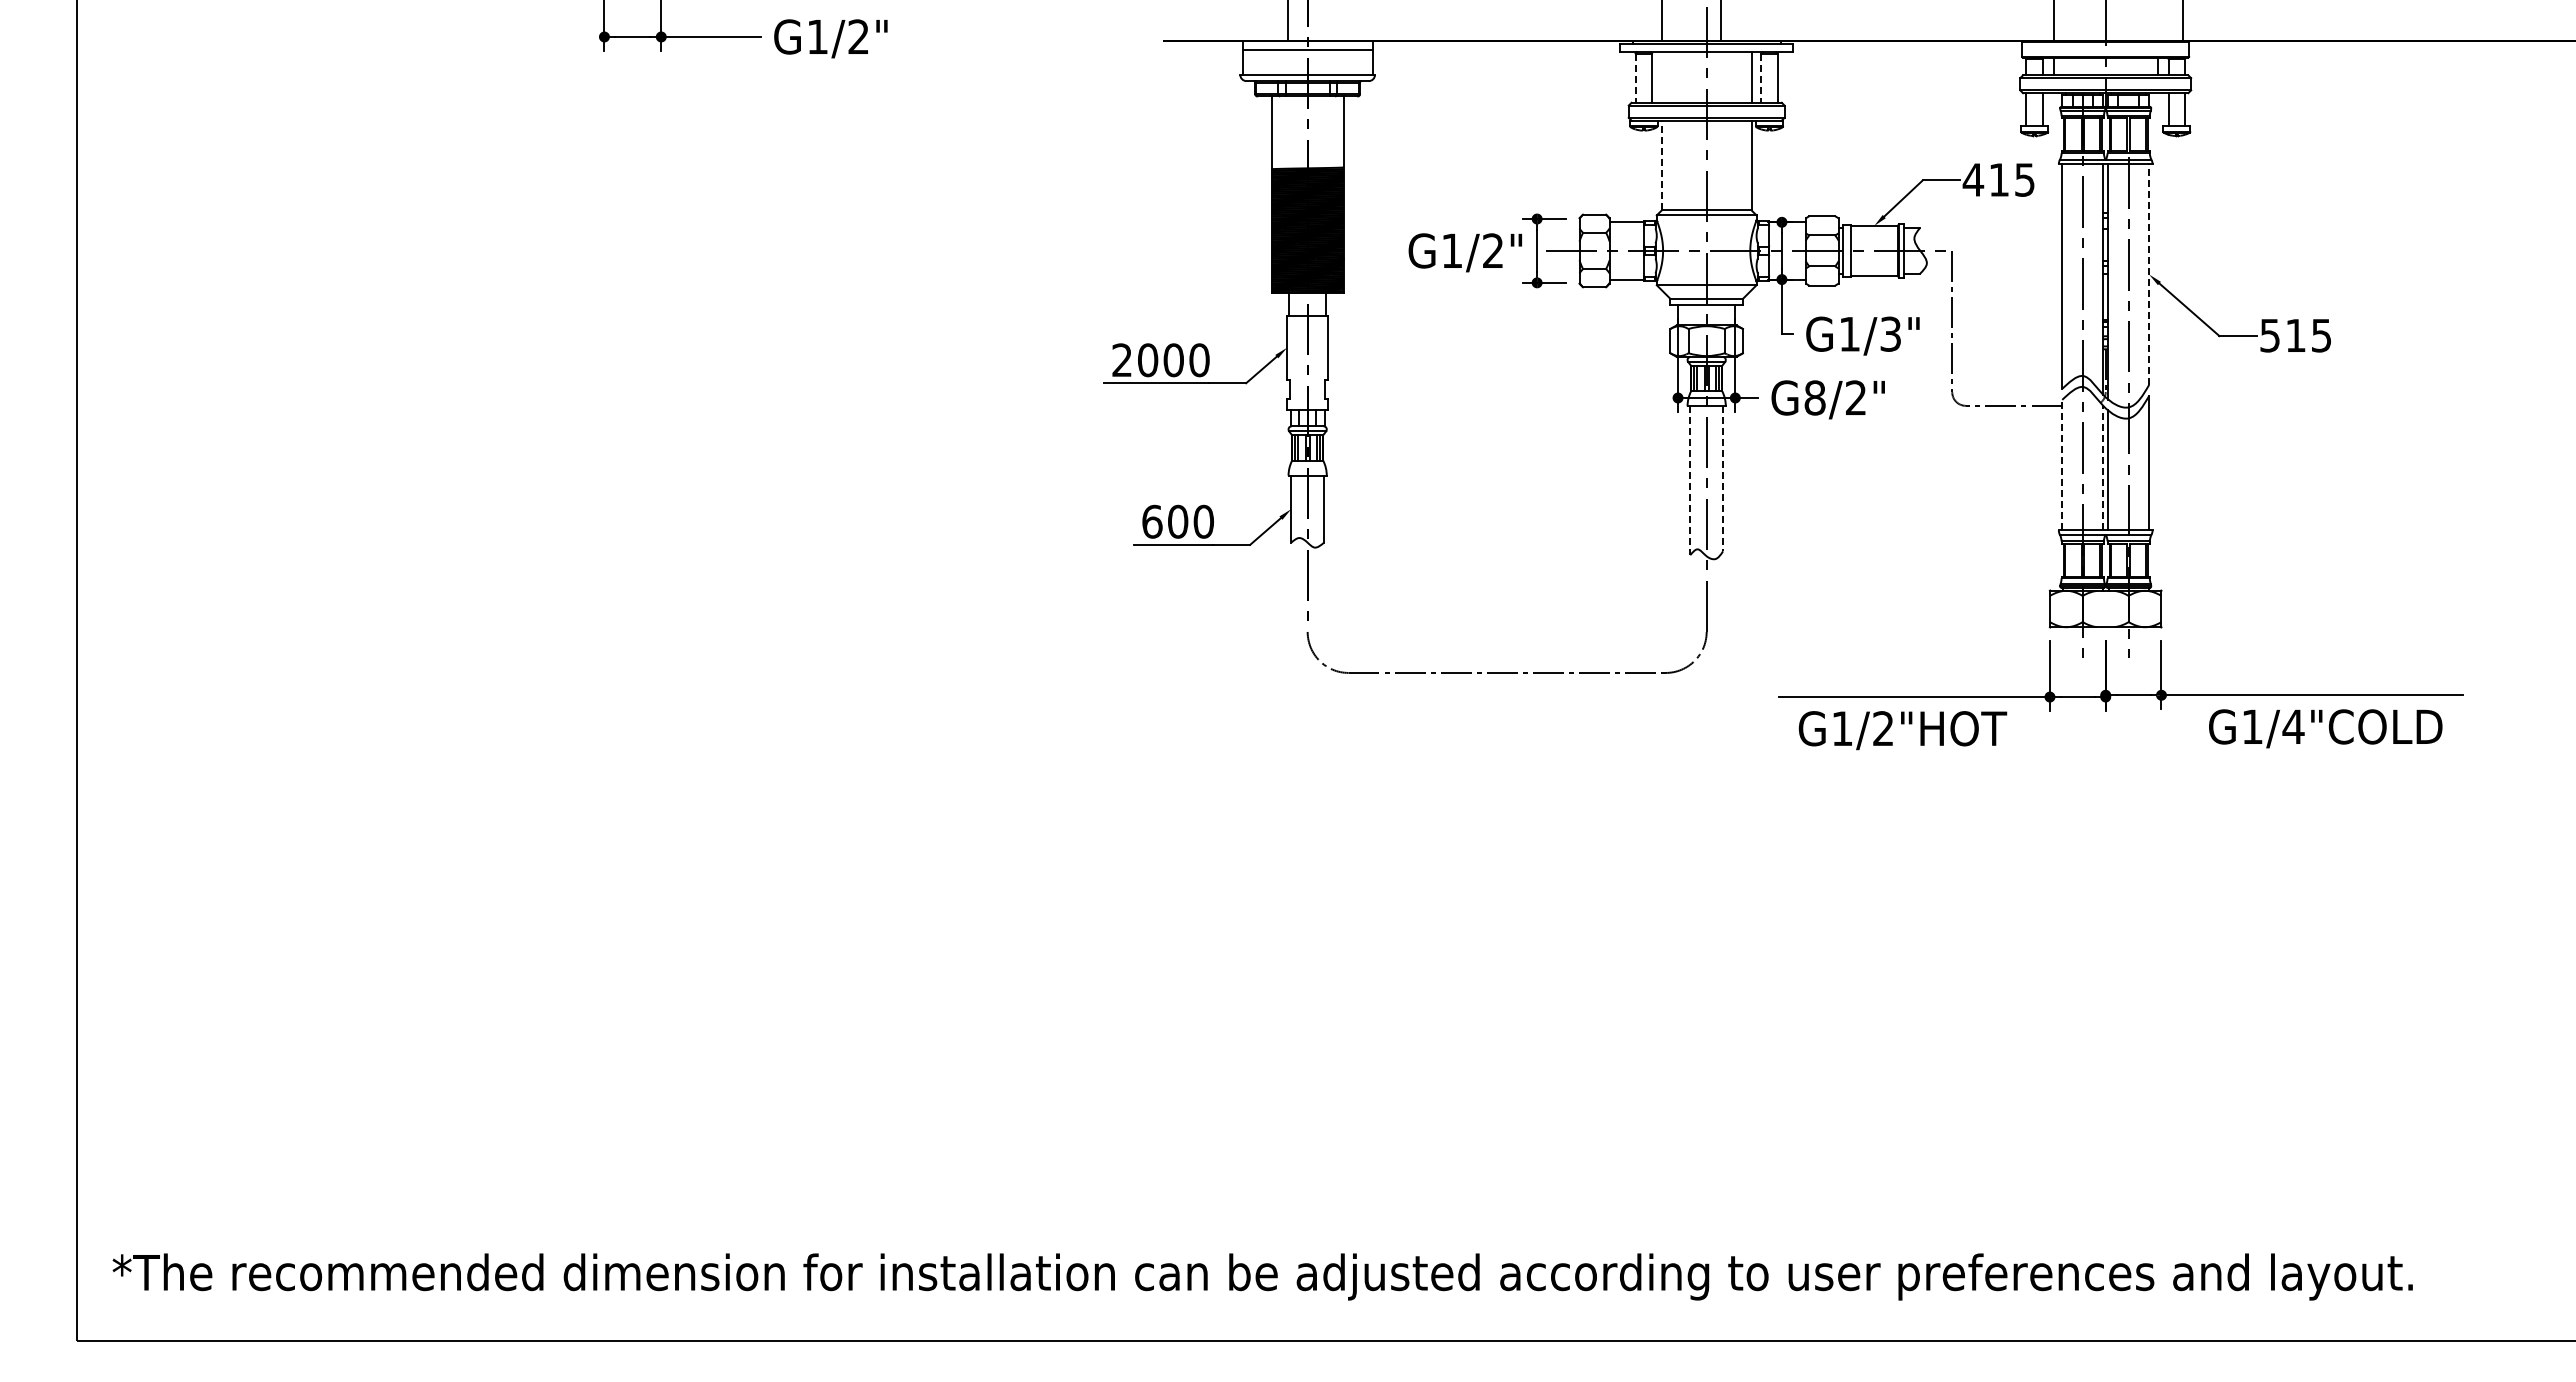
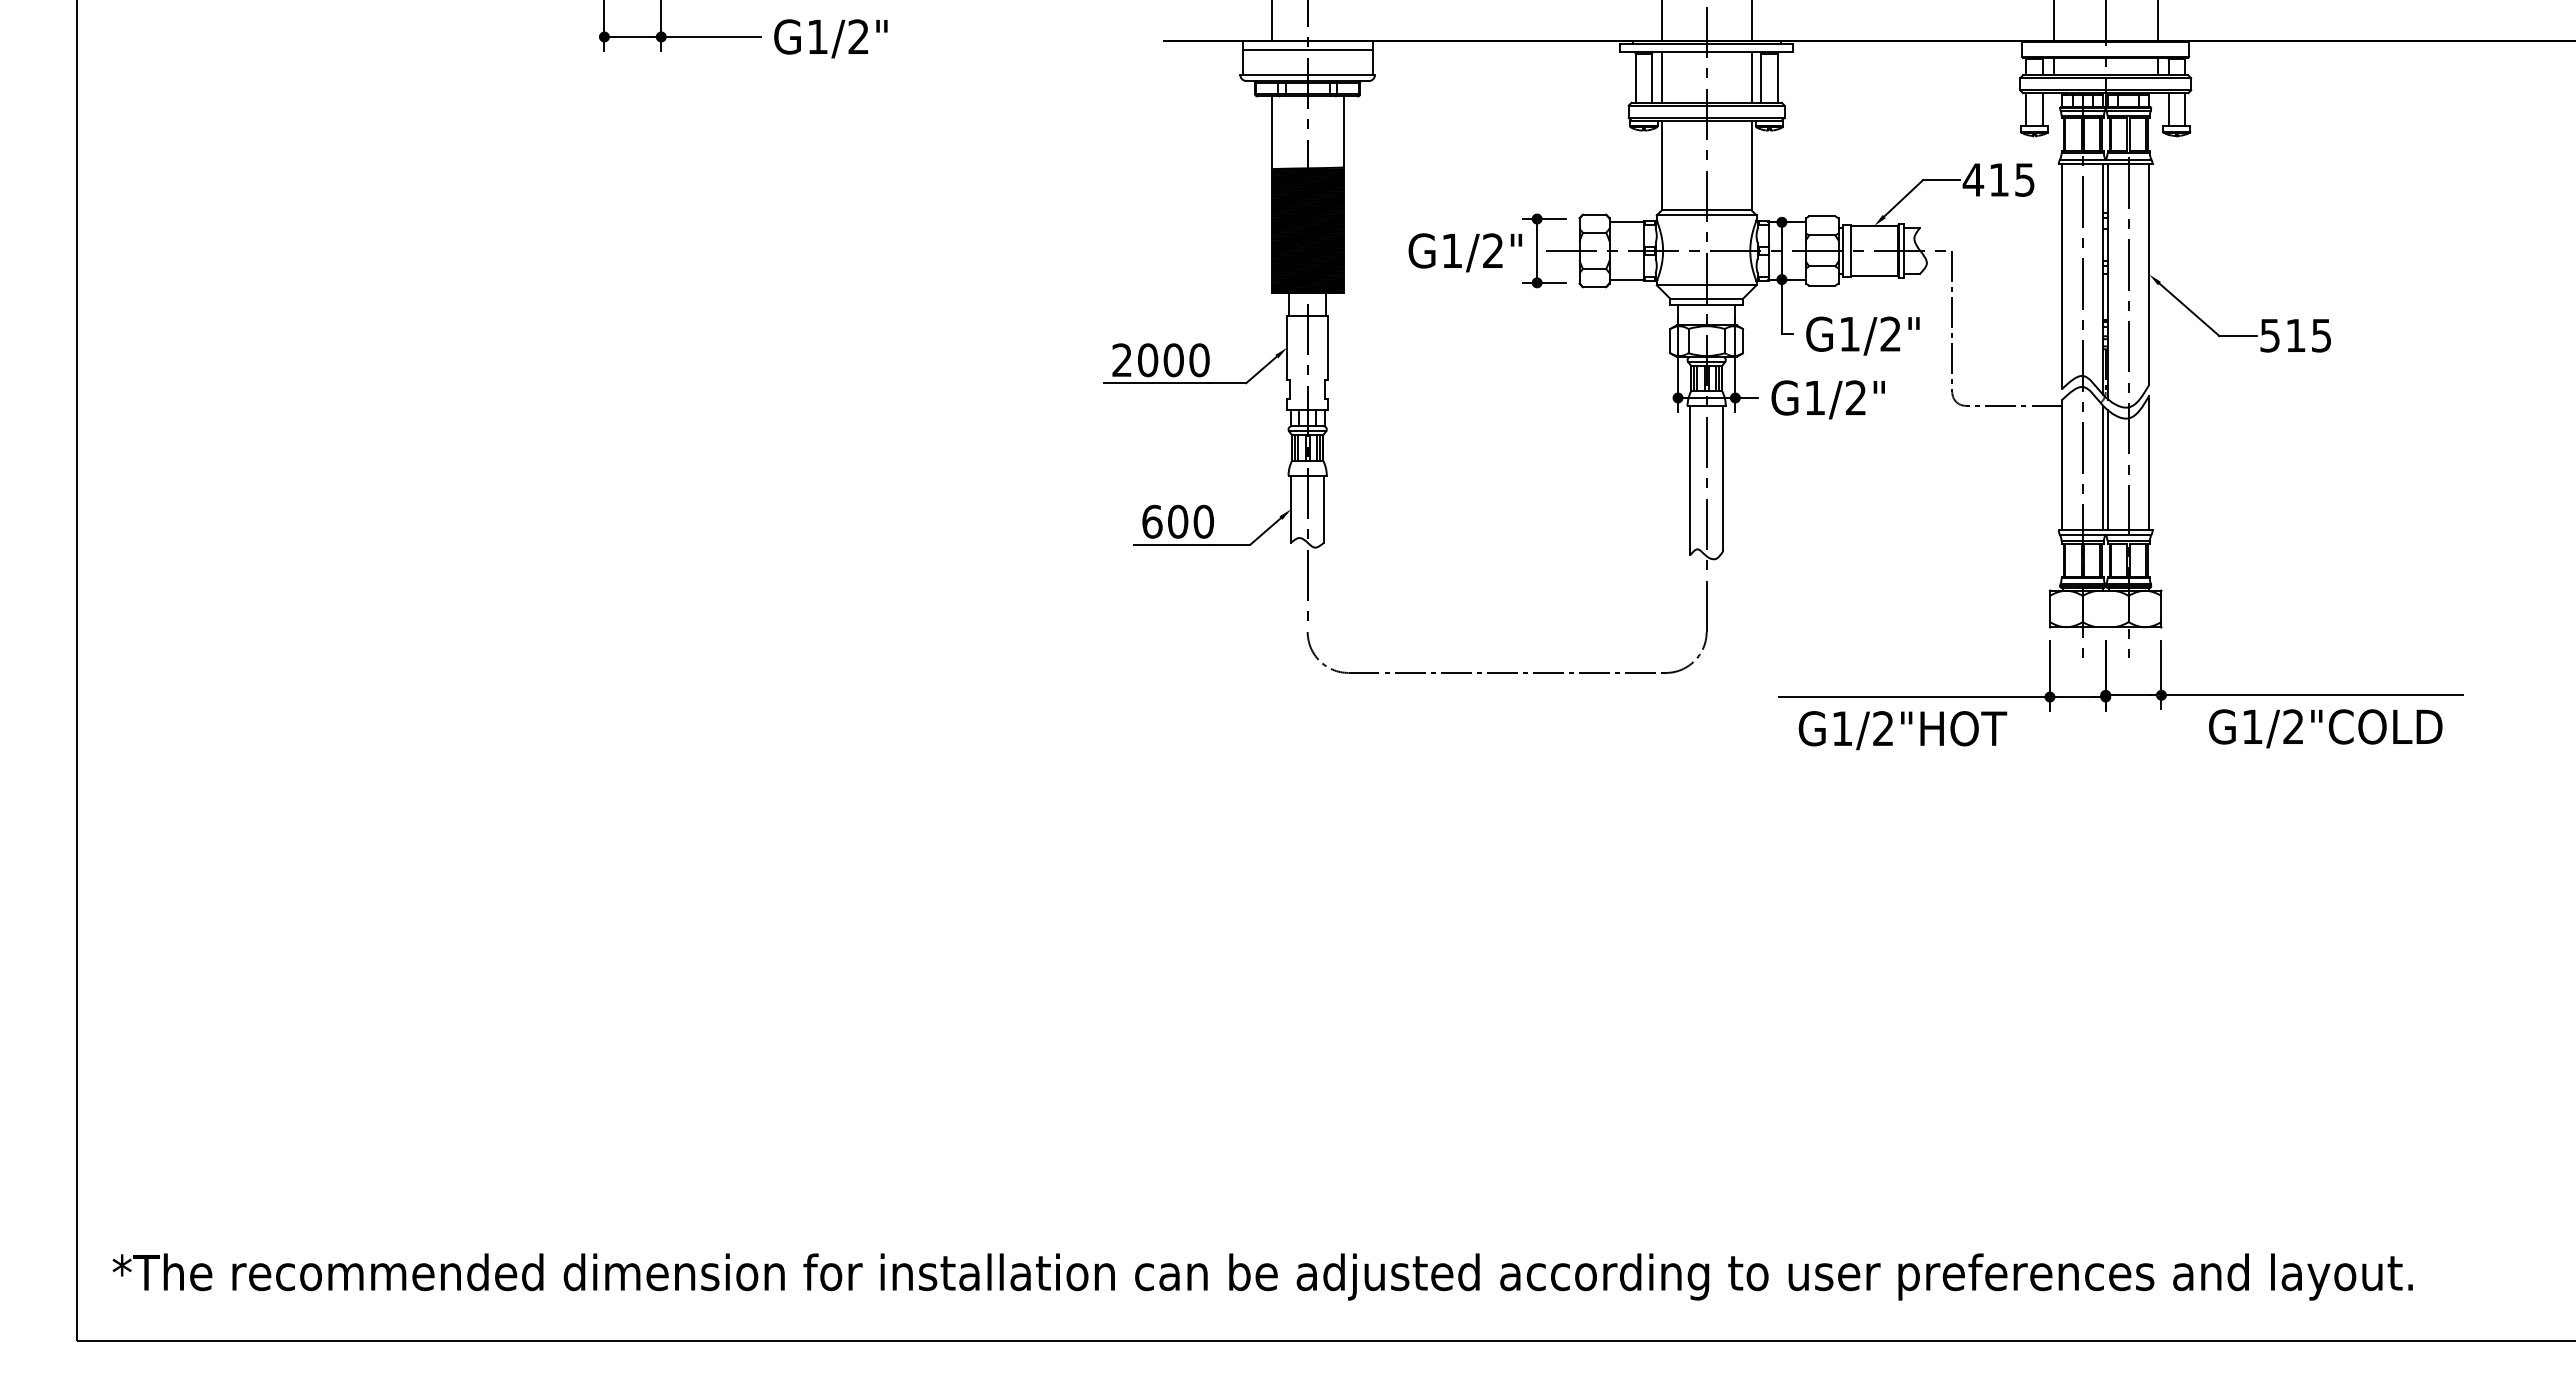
line at (1287, 21) position: (1287, 21) -> (1271, 21)
line at (1720, 21) position: (1720, 21) -> (1751, 21)
line at (2182, 21) position: (2182, 21) -> (2157, 21)
line at (1661, 77): none -> present
line at (1635, 78): dashed -> solid
line at (1761, 78): dashed -> solid
line at (1661, 165): dashed -> solid
line at (2149, 274): dashed -> solid
text at (1890, 333): G1/3" -> G1/2"
text at (1814, 397): G8/2" -> G1/2"
line at (2062, 464): dashed -> solid
line at (2103, 467): dashed -> solid
line at (1723, 479): dashed -> solid
line at (1690, 481): dashed -> solid
text at (2293, 726): G1/4"COLD -> G1/2"COLD
